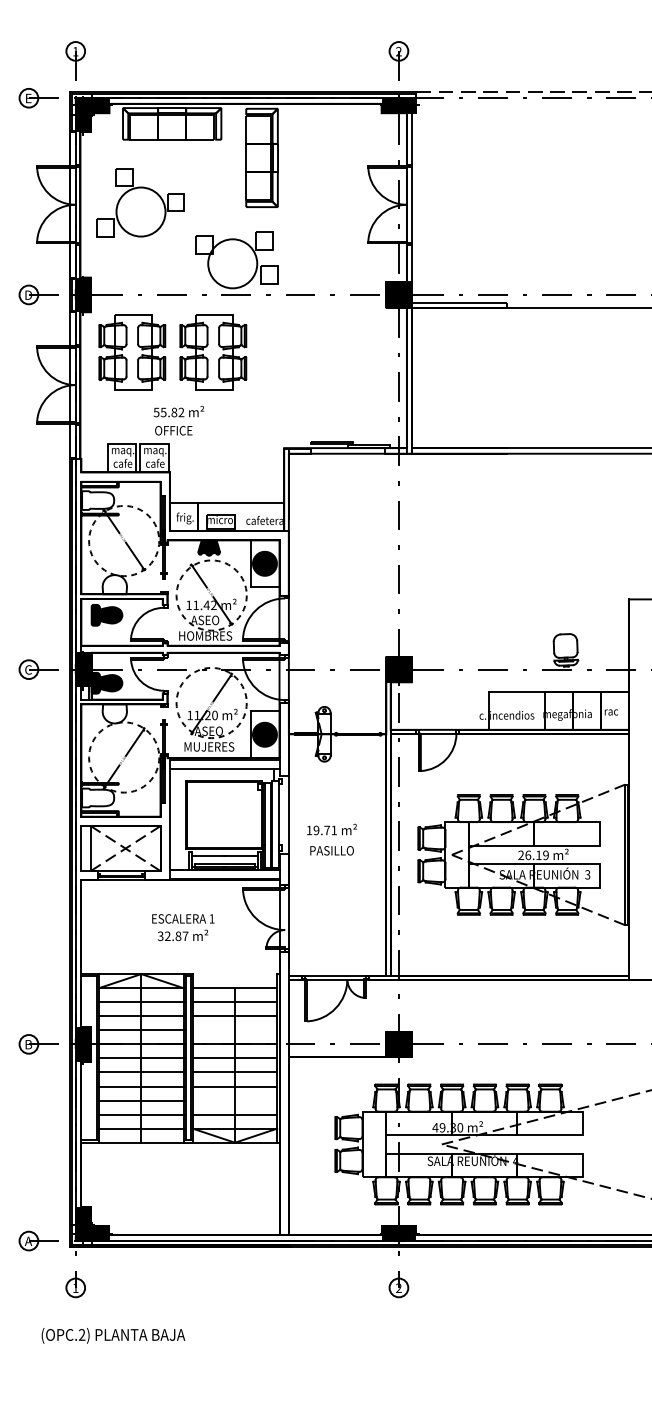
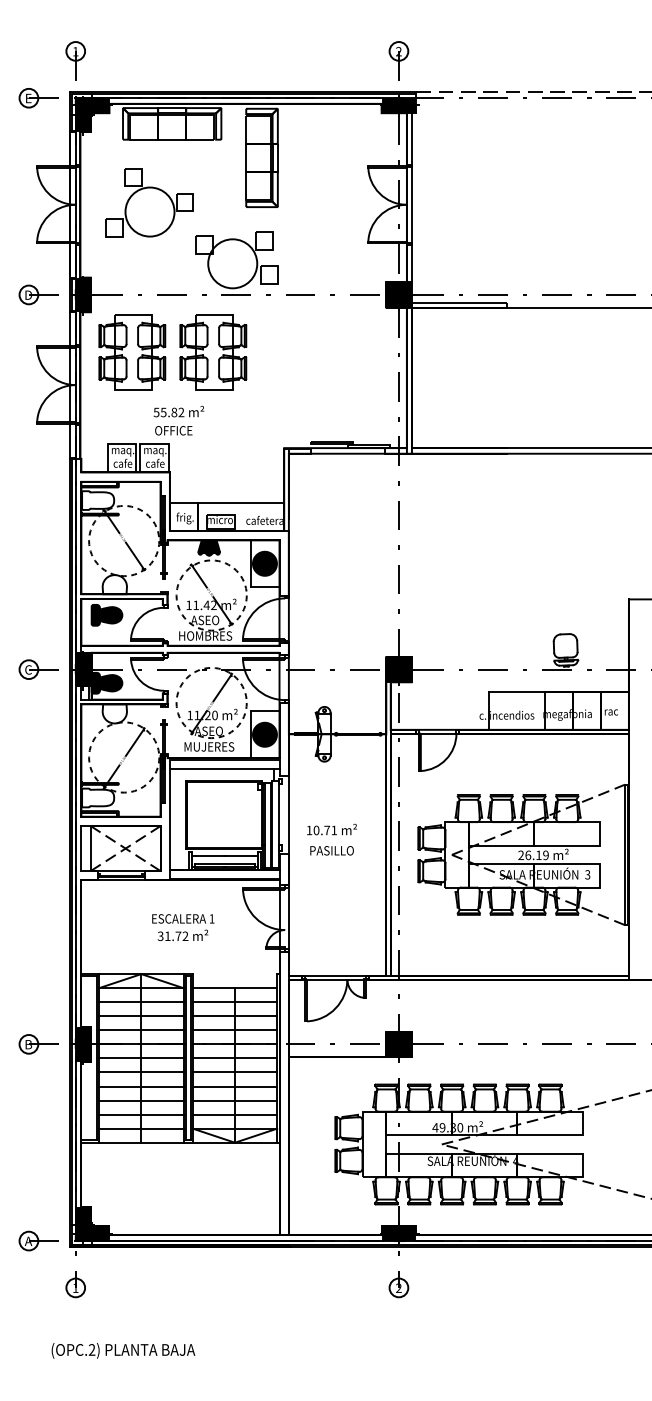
part at (140, 202) position: (140, 202) -> (149, 202)
text at (316, 830): 19.71 -> 10.71
text at (176, 936): 32.87 -> 31.72
line at (234, 1030): none -> present
line at (234, 1100): none -> present
text at (113, 1335) position: (113, 1335) -> (123, 1350)
